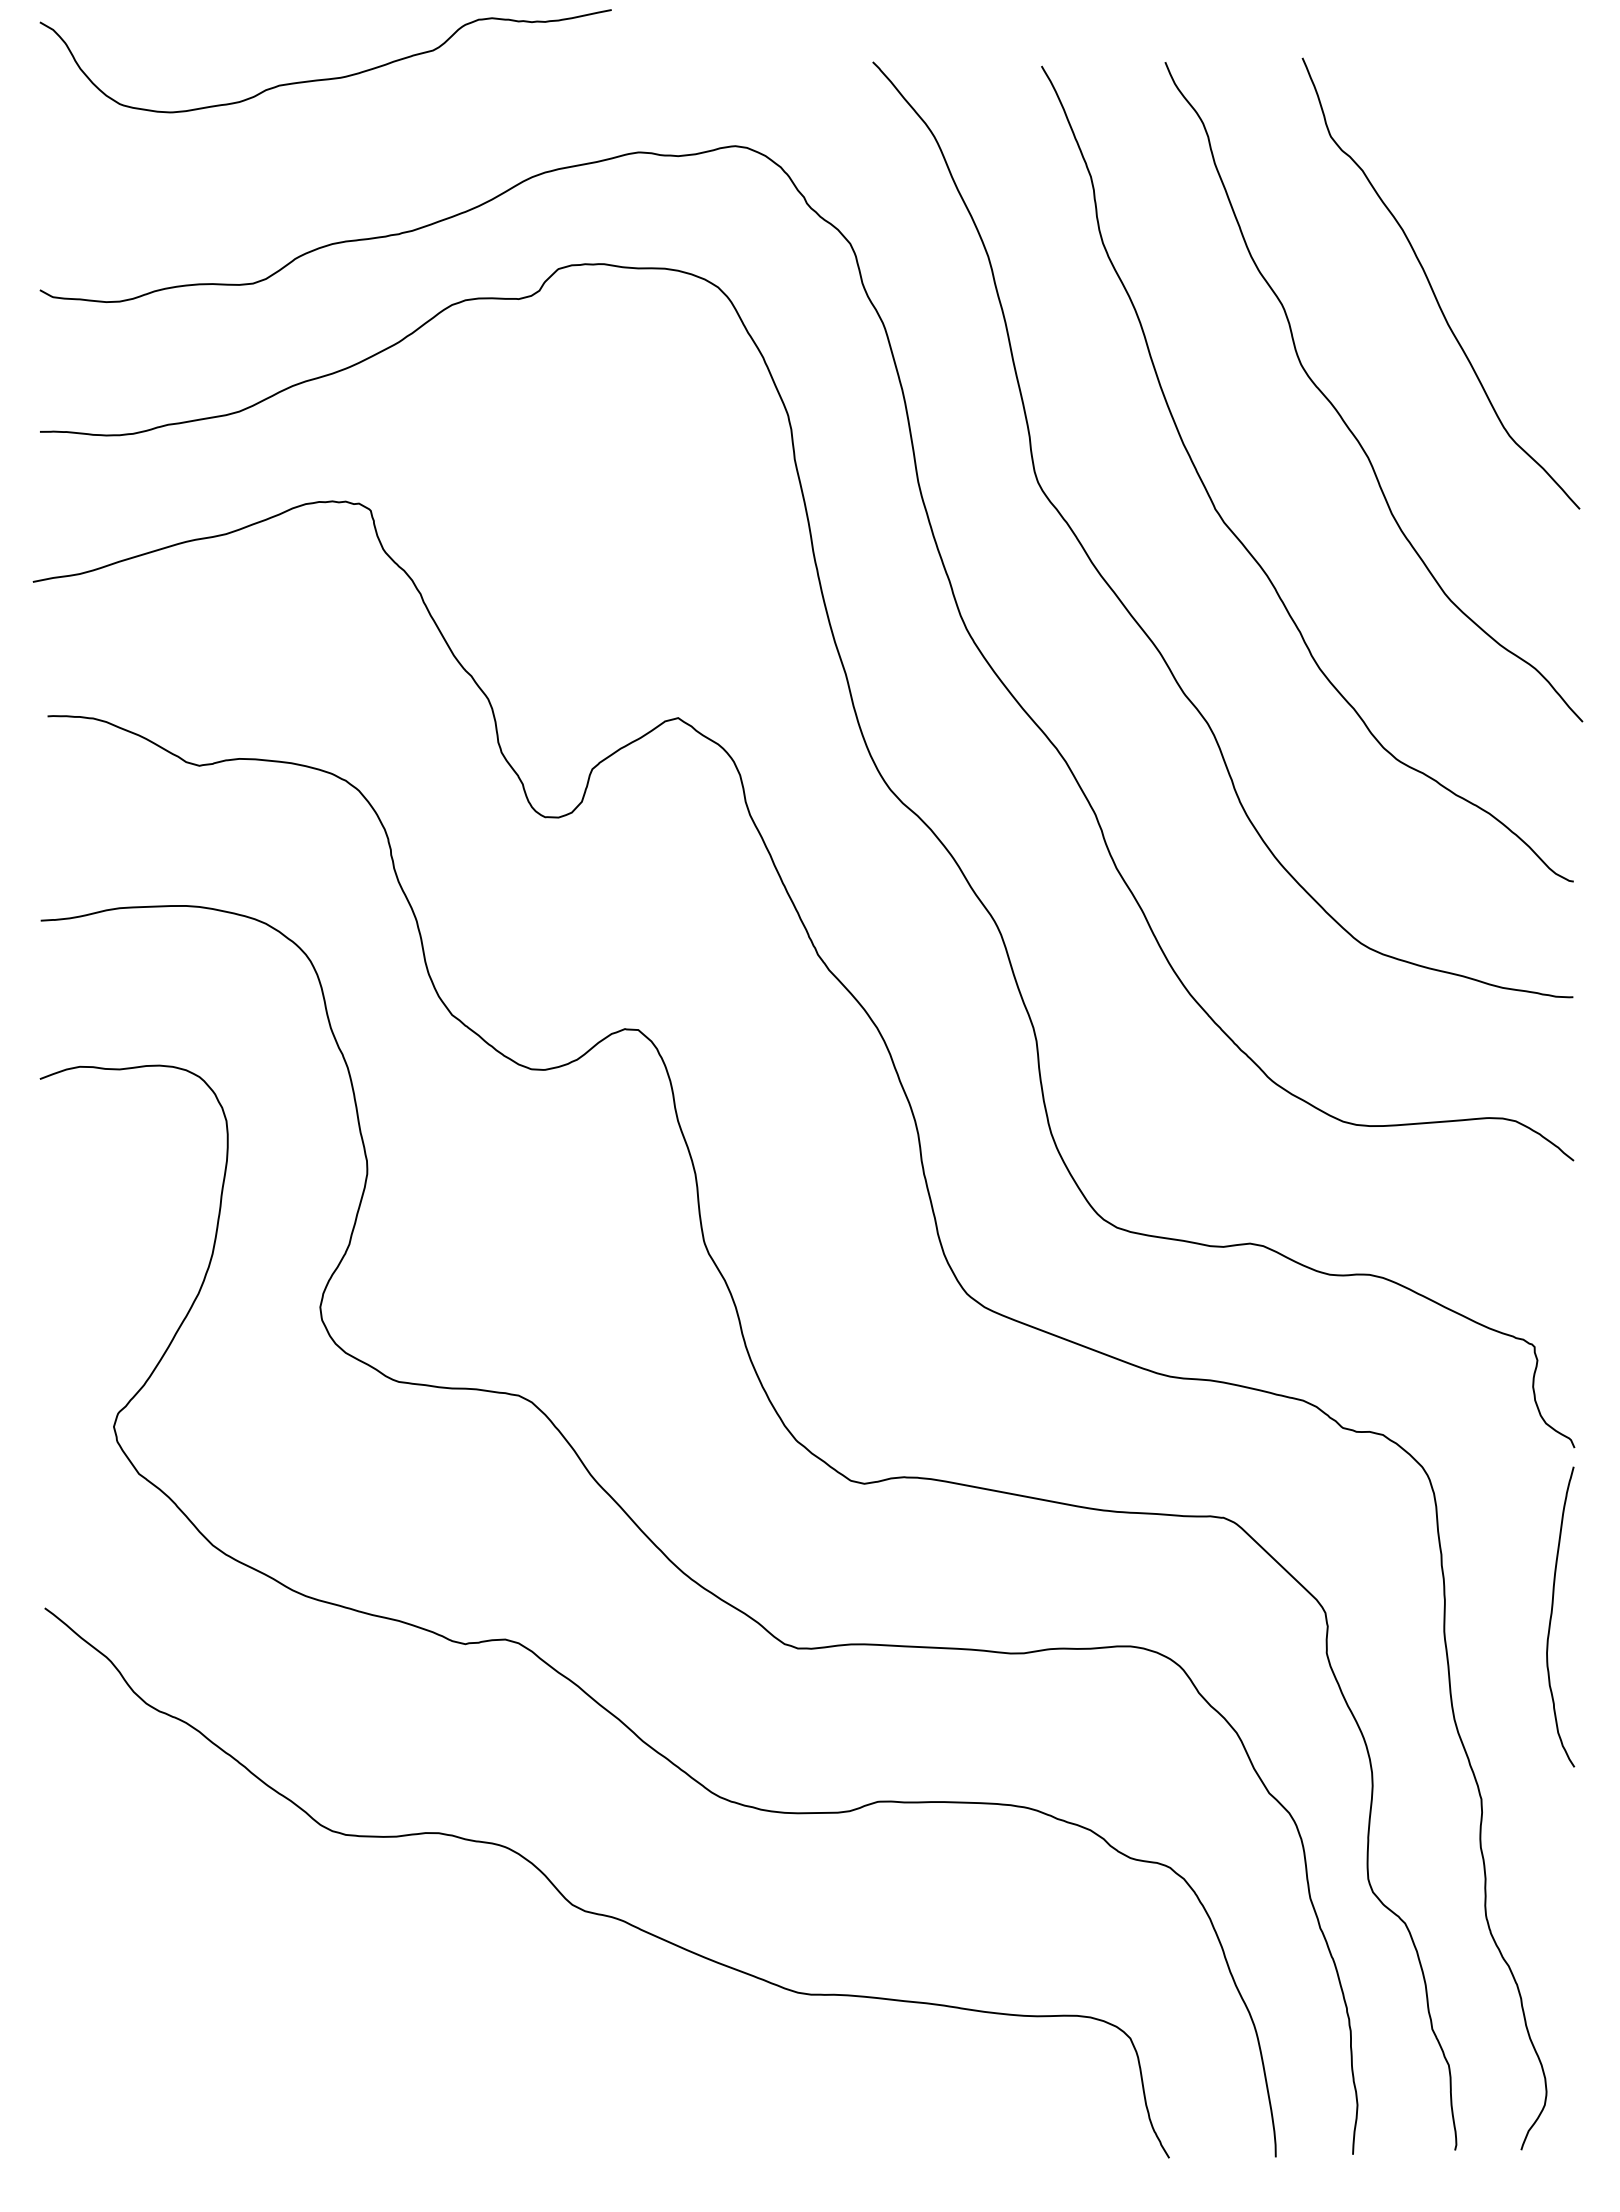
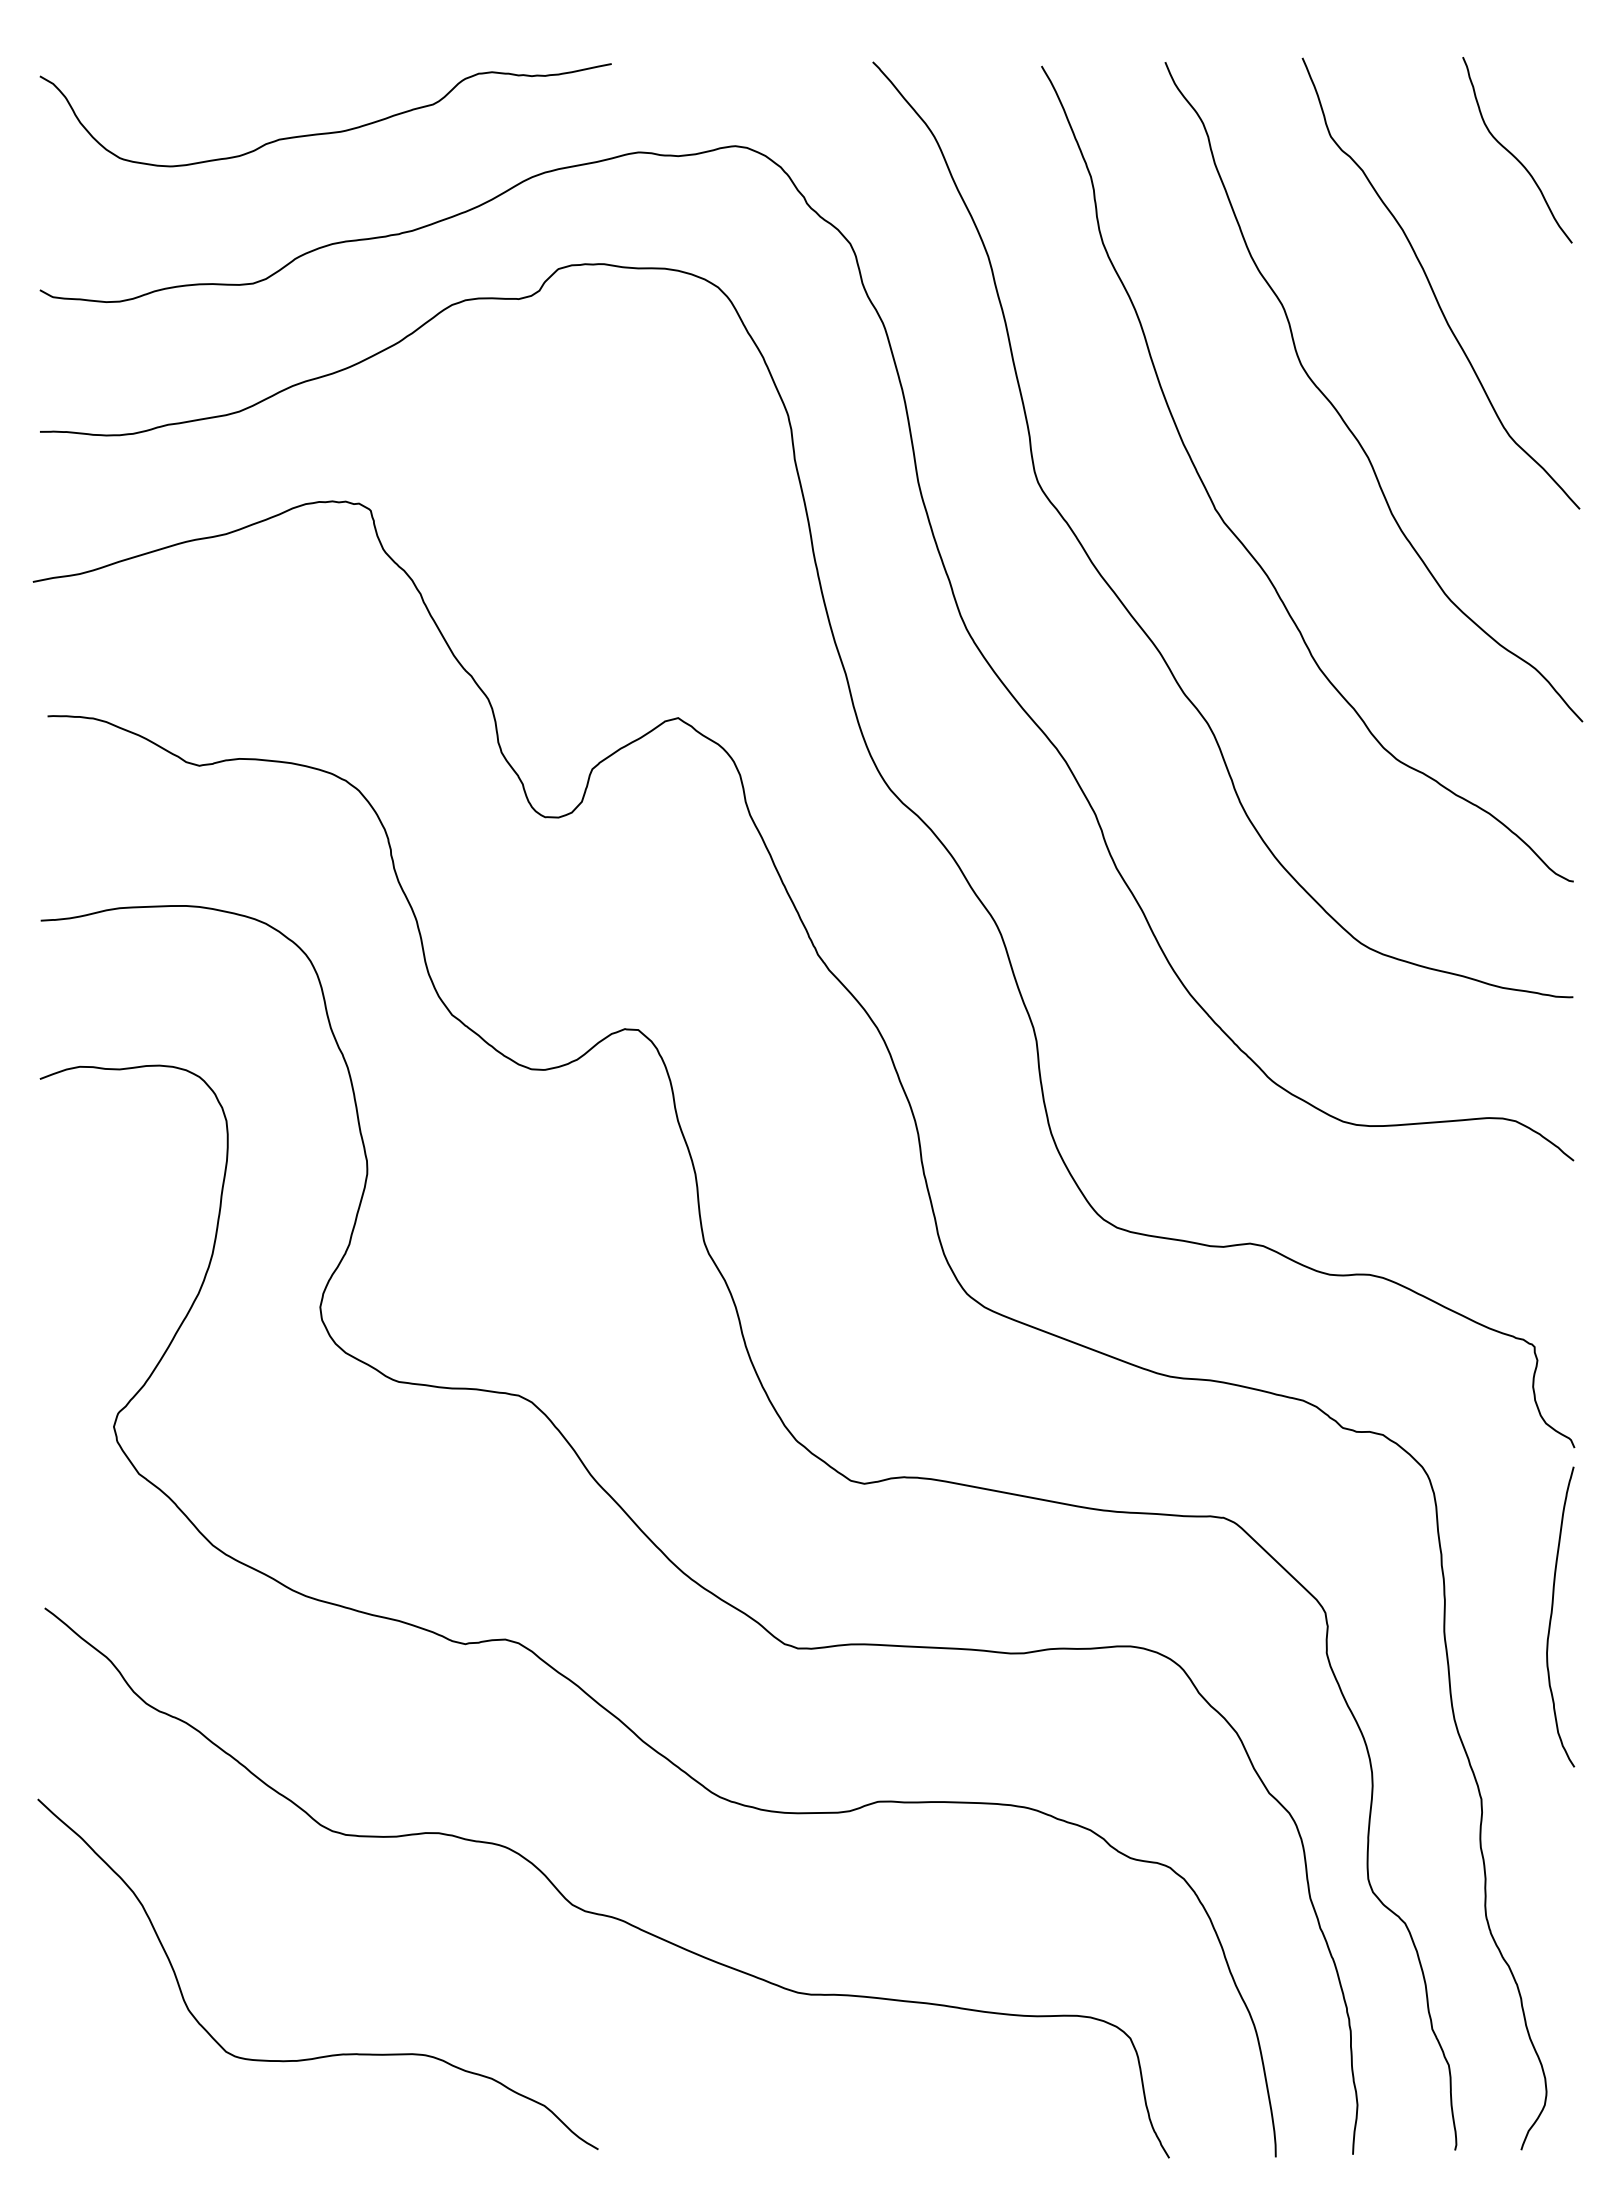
curve at (325, 78) position: (325, 78) -> (325, 132)
curve at (1513, 154): none -> present
curve at (331, 2054): none -> present
